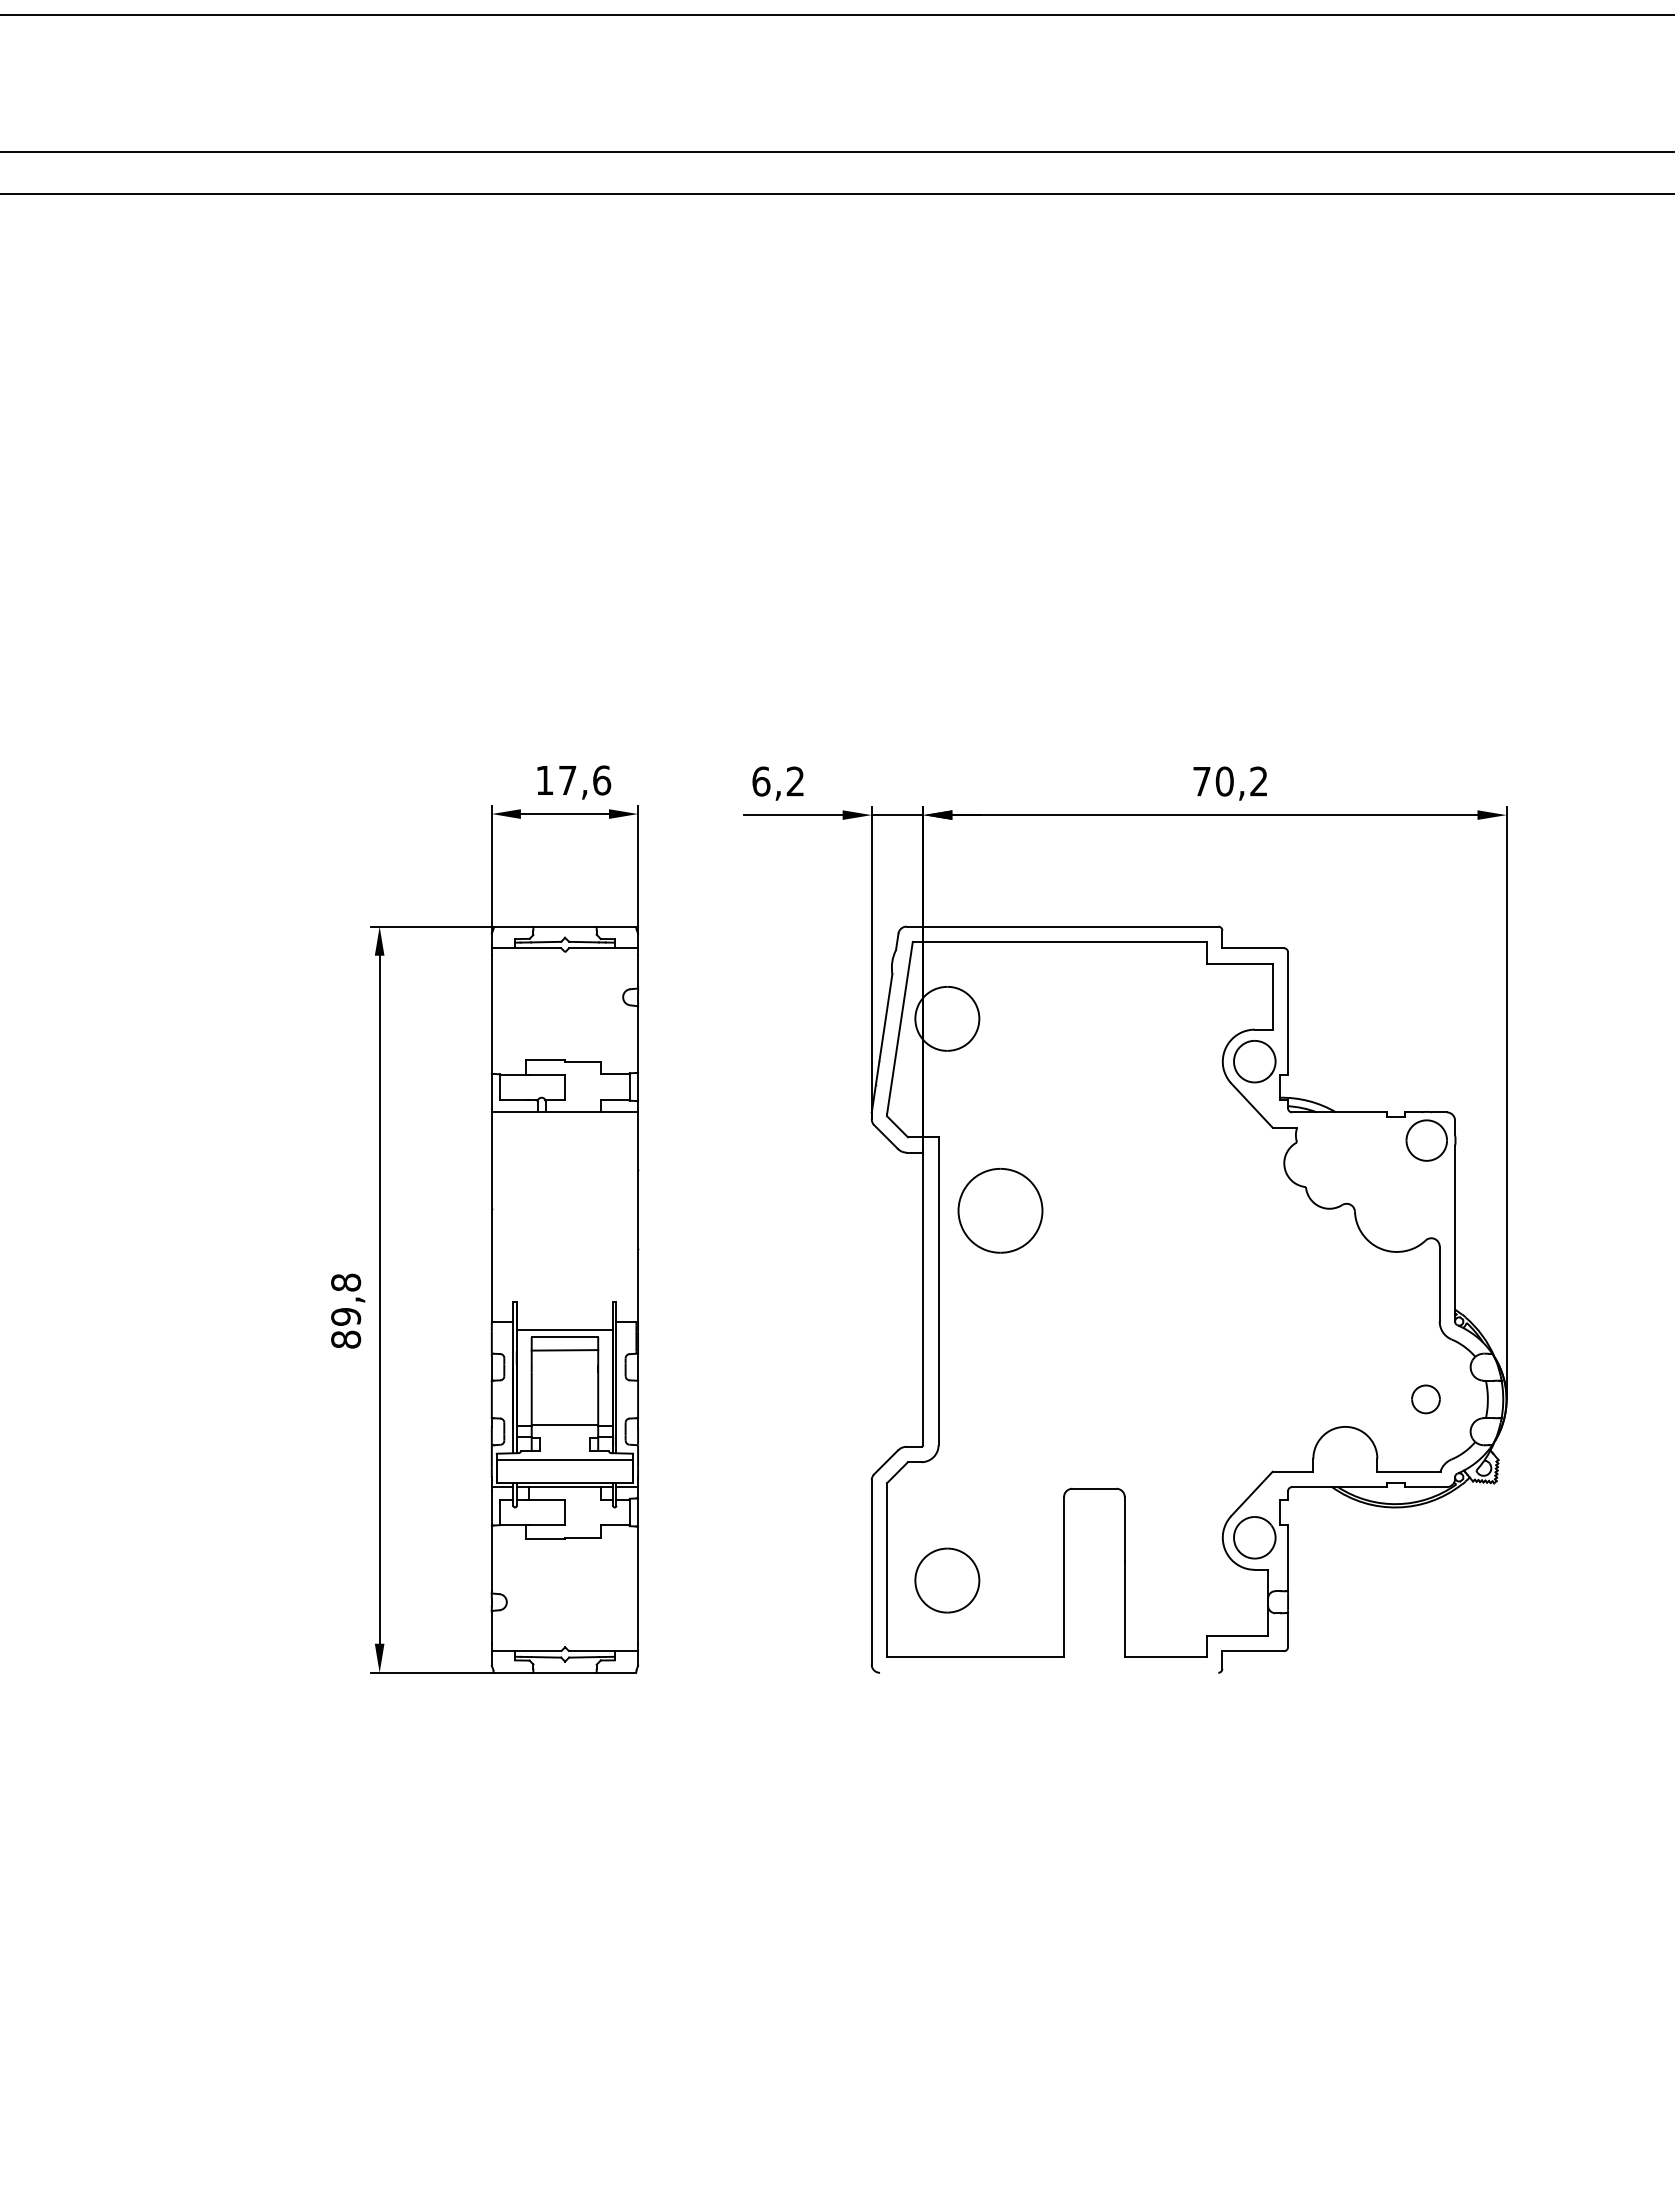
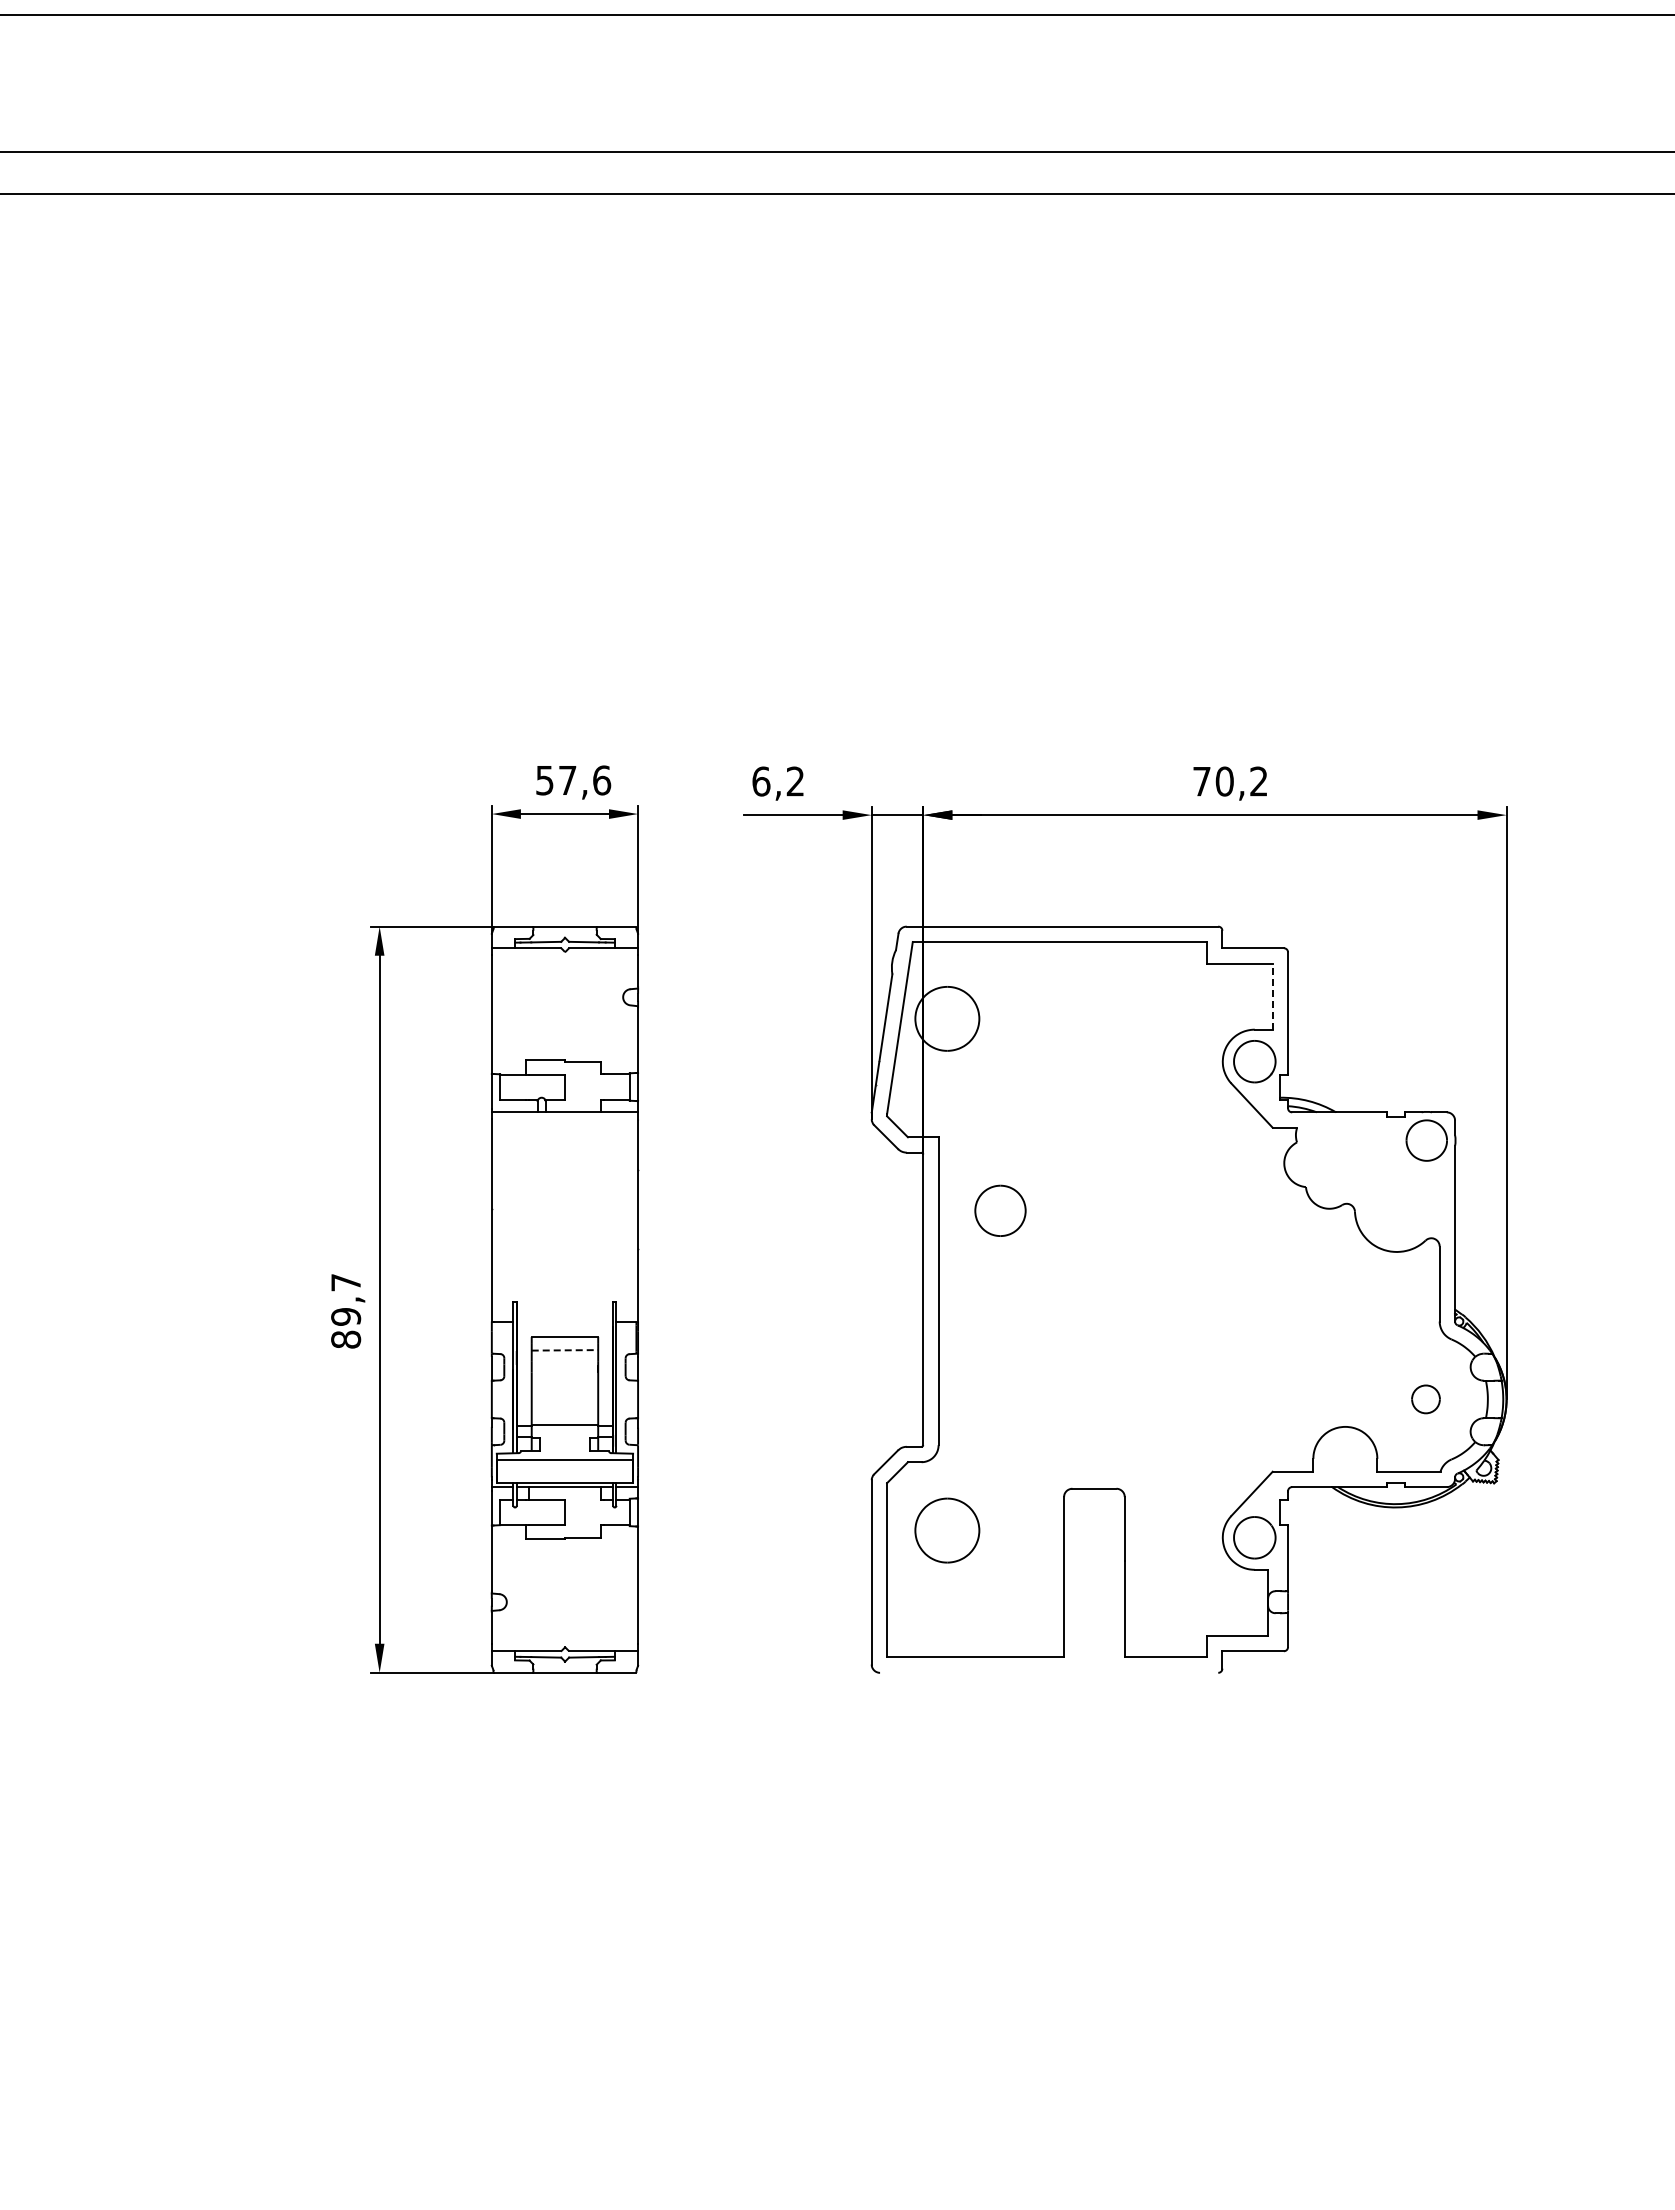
text at (544, 780): 17,6 -> 57,6
line at (1272, 996): solid -> dashed
part at (1000, 1210) size: 87x86 px -> 53x53 px
text at (346, 1282): 89,8 -> 89,7
line at (564, 1330): present -> none
line at (565, 1350): solid -> dashed
part at (947, 1580) position: (947, 1580) -> (947, 1530)
